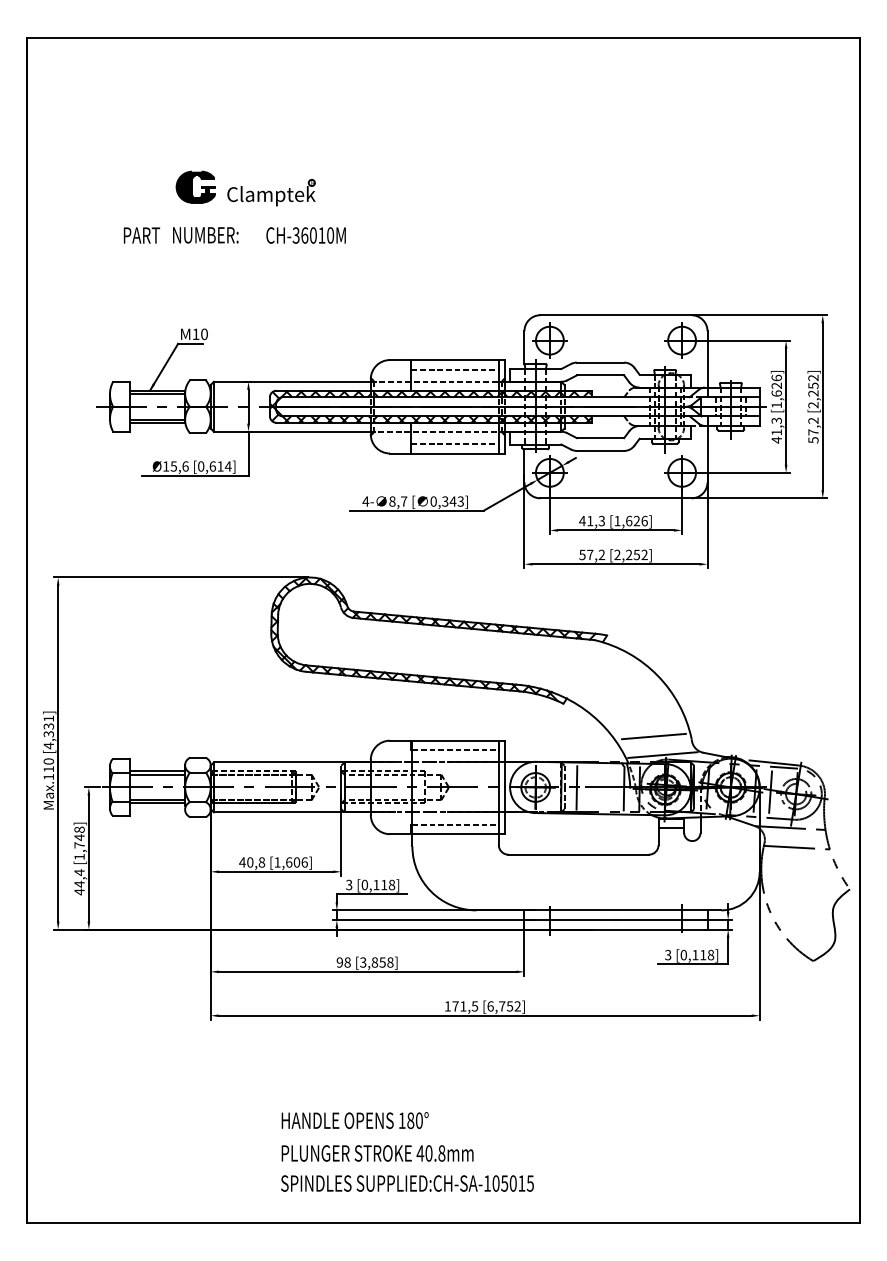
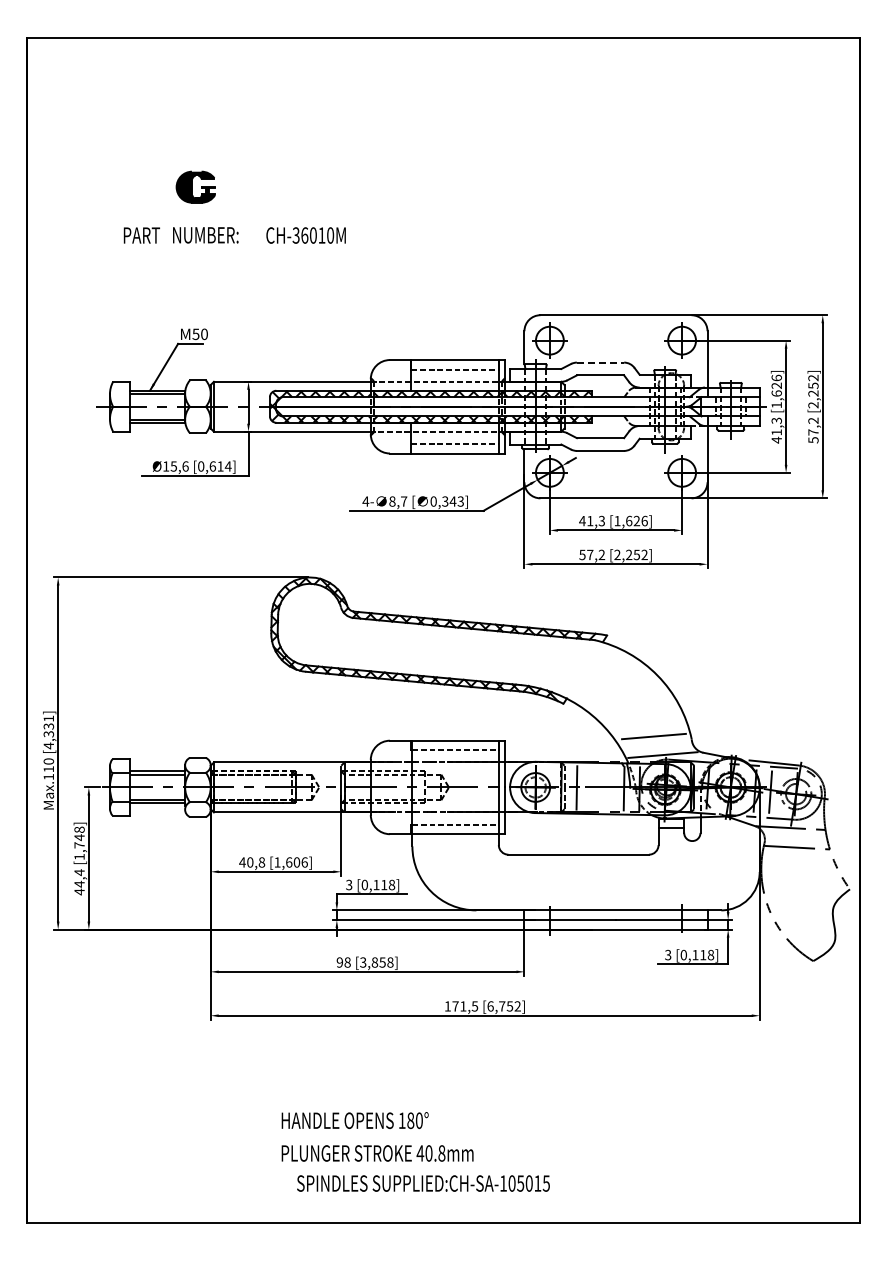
part at (271, 192): present -> none
text at (195, 334): M10 -> M50
line at (600, 362): solid -> dashed
text at (407, 1183) position: (407, 1183) -> (423, 1183)
